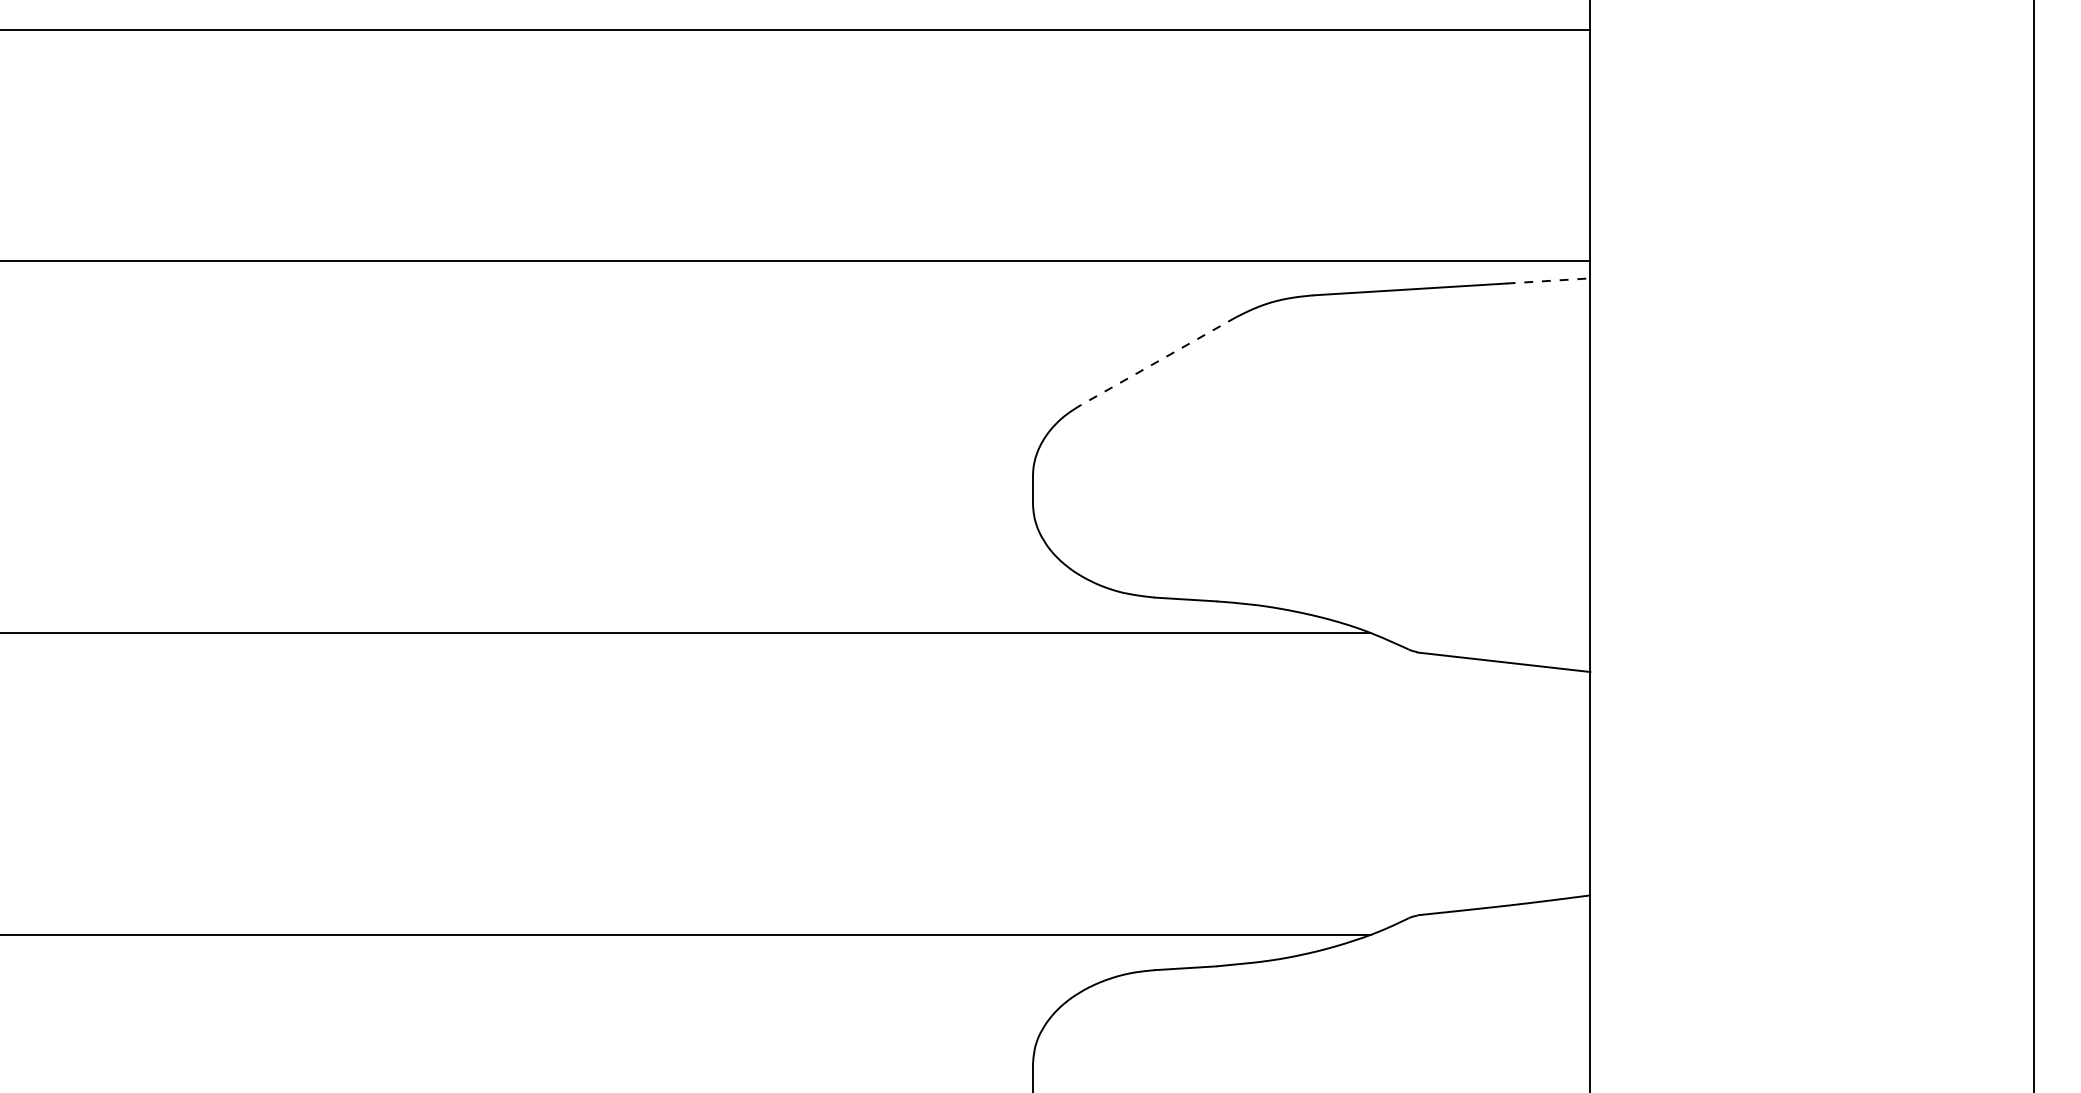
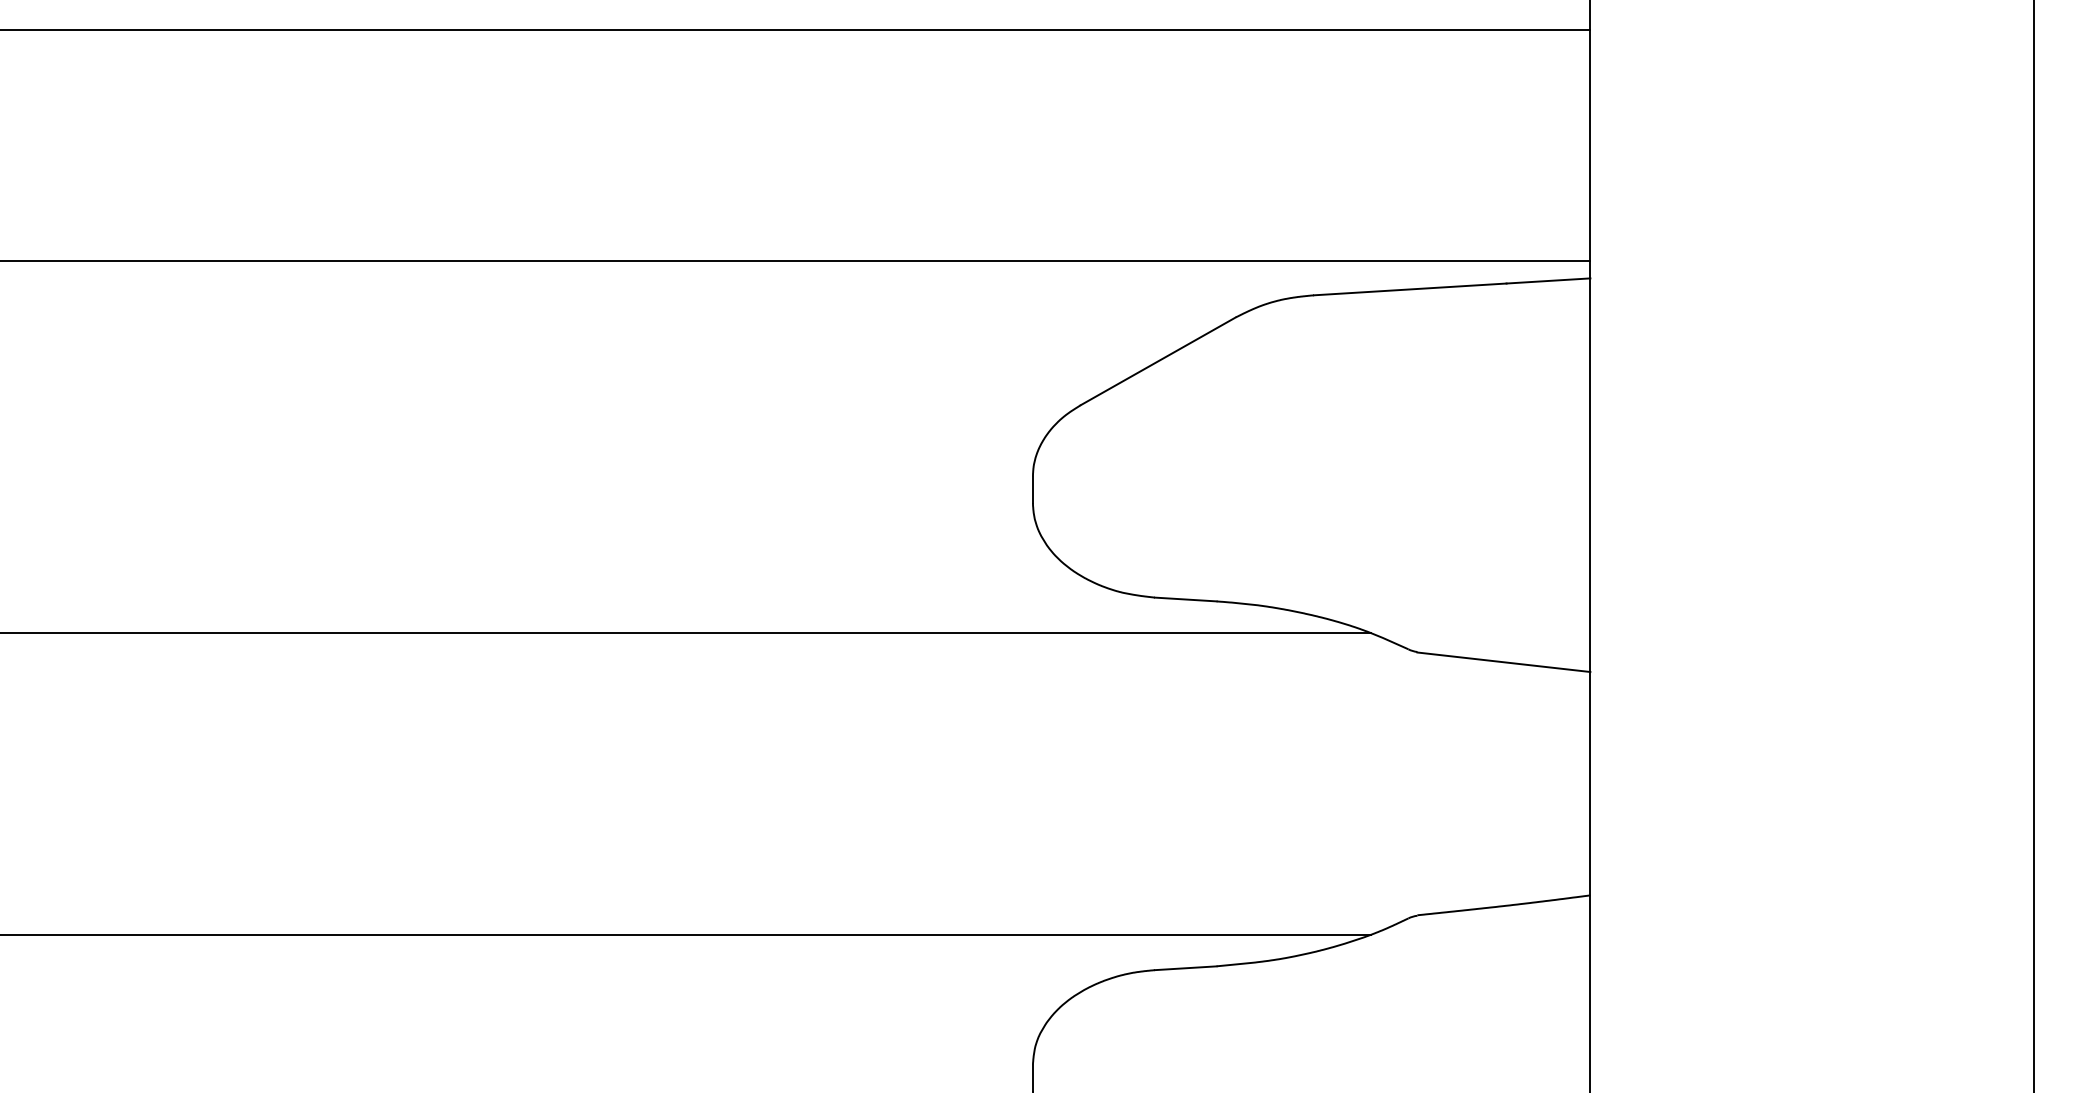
line at (1548, 280): dashed -> solid
line at (1158, 361): dashed -> solid
